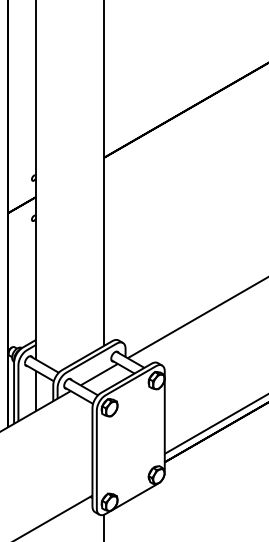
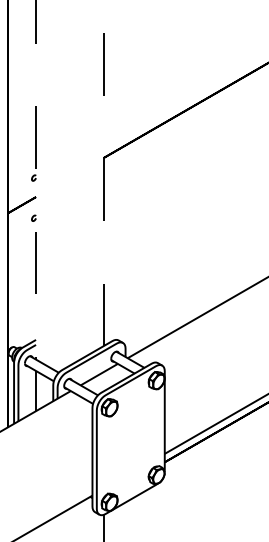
line at (103, 173): solid -> dashed
line at (36, 179): solid -> dashed
